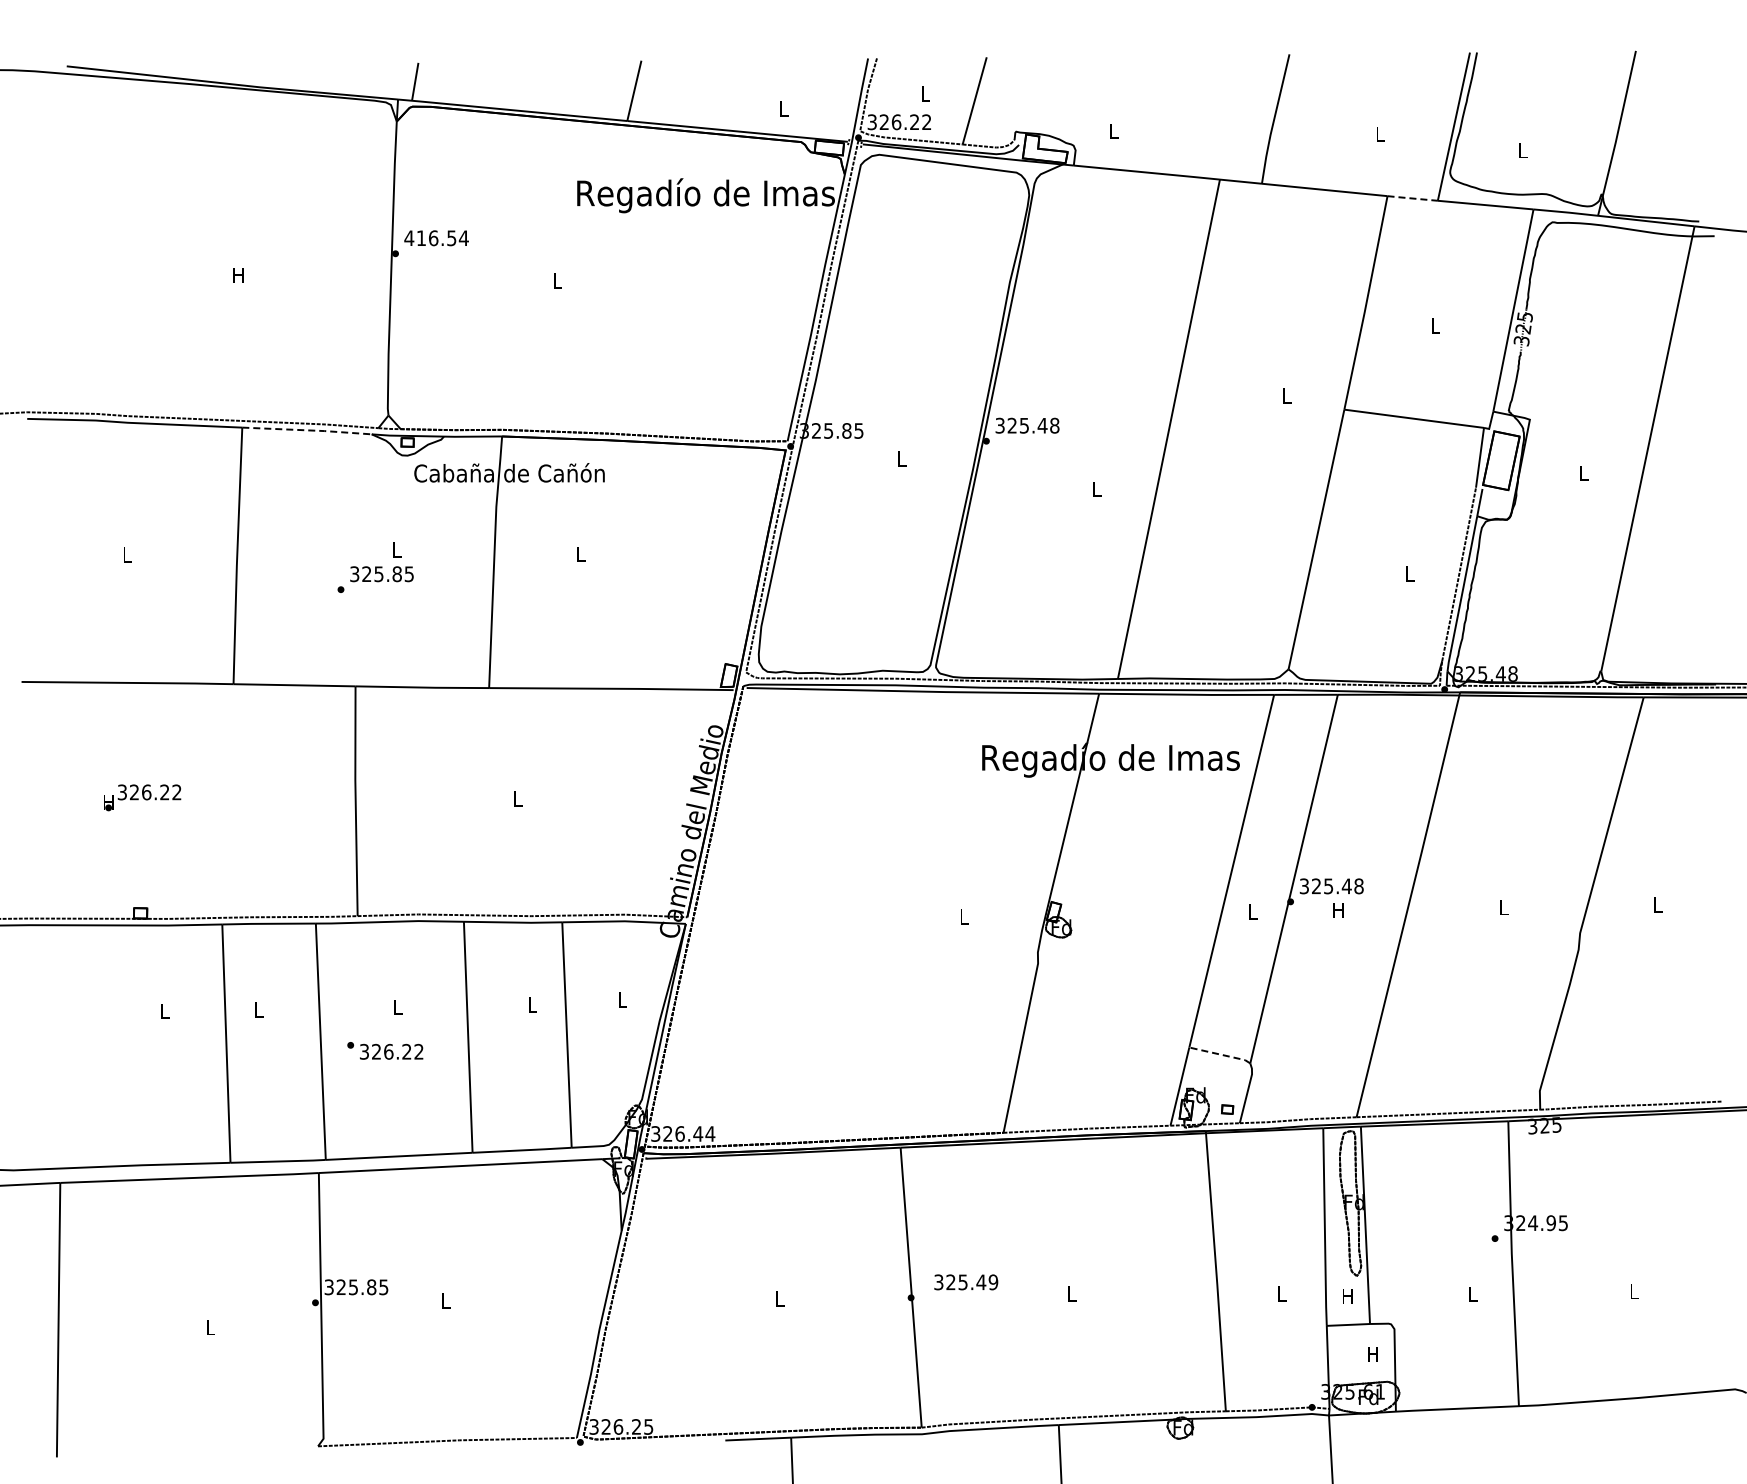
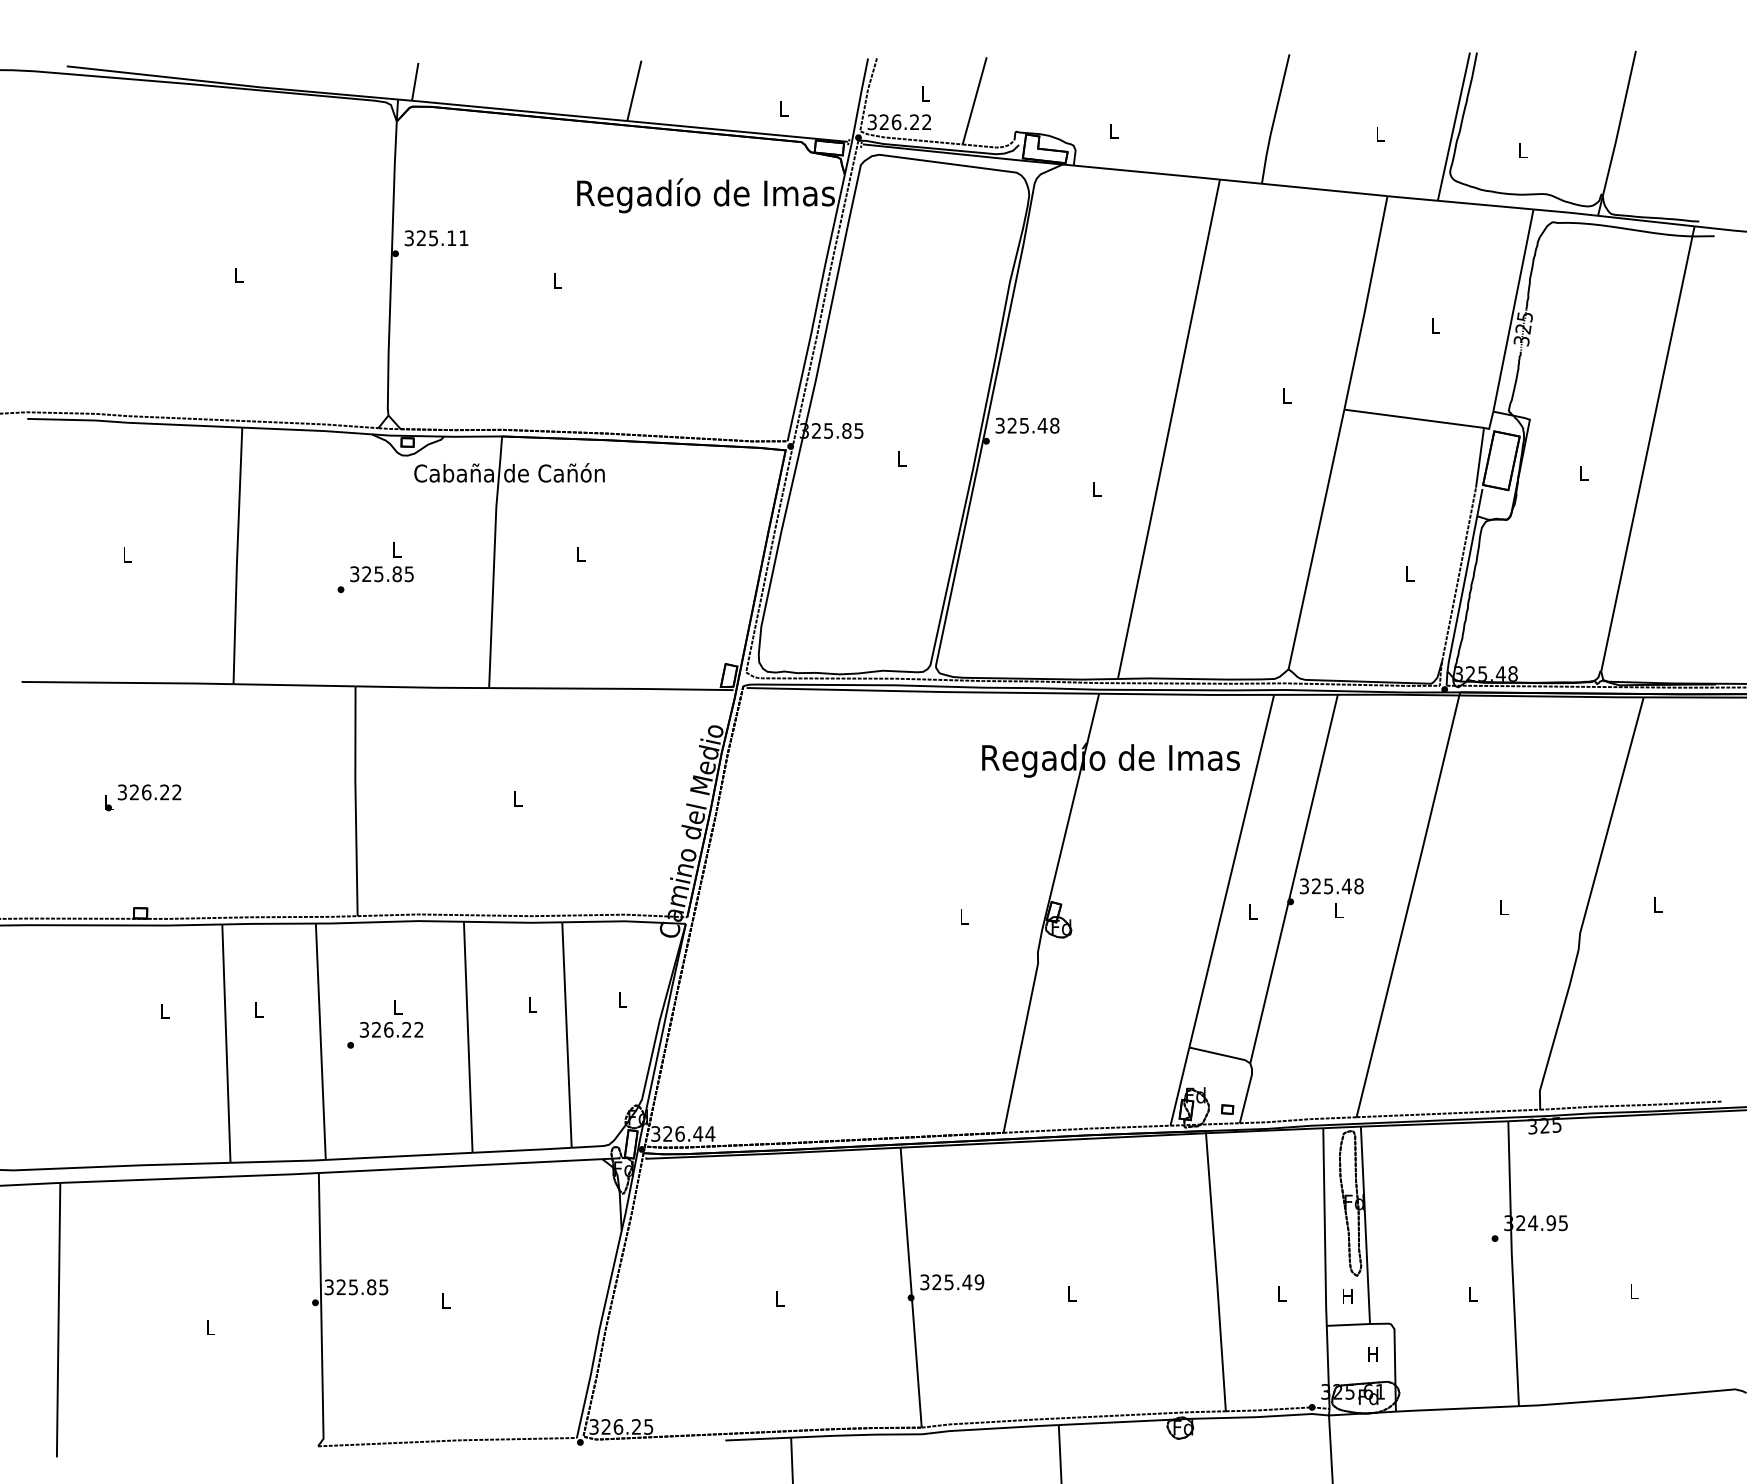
line at (1412, 198): dashed -> solid
text at (436, 238): 416.54 -> 325.11
text at (238, 275): H -> L
line at (307, 430): dashed -> solid
text at (108, 802): H -> L
text at (1338, 910): H -> L
text at (391, 1051) position: (391, 1051) -> (391, 1029)
line at (1221, 1054): dashed -> solid
text at (966, 1282) position: (966, 1282) -> (952, 1282)
